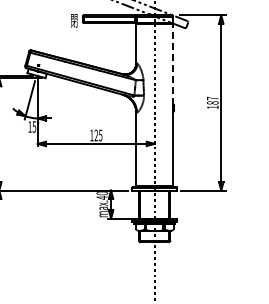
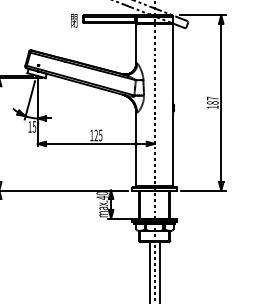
line at (173, 63): dashed -> solid
line at (149, 271): none -> present
line at (159, 271): none -> present
